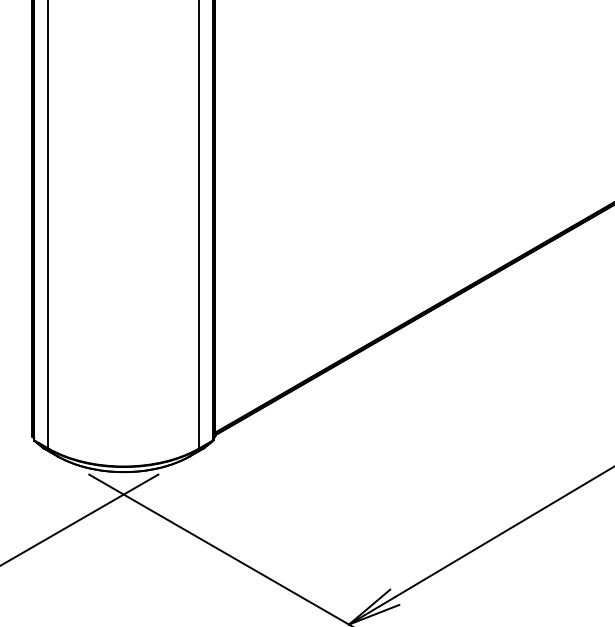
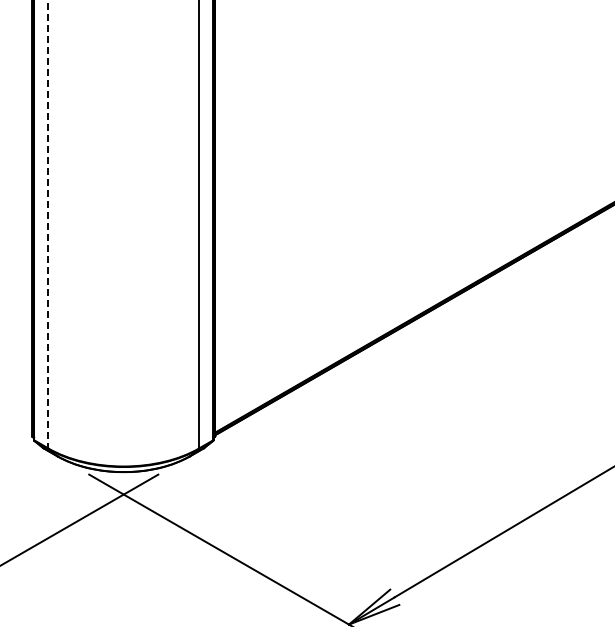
line at (48, 224): solid -> dashed
